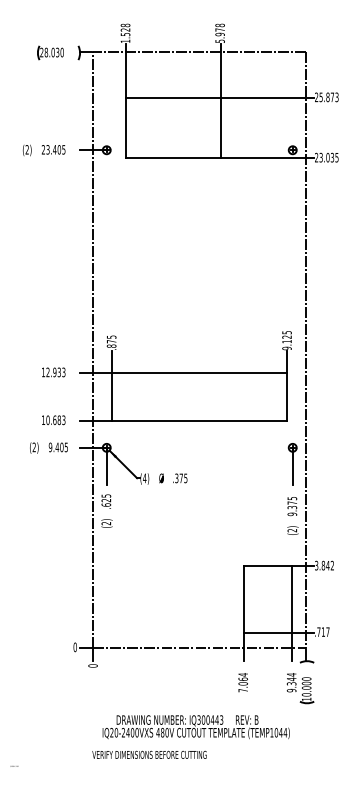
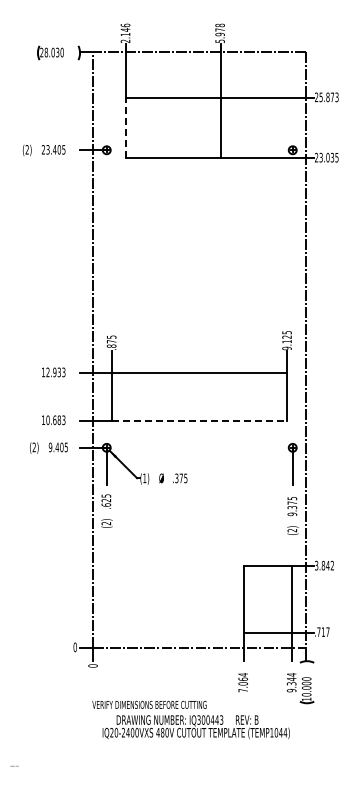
text at (125, 32): 1.528 -> 2.146
line at (125, 127): solid -> dashed
line at (199, 420): solid -> dashed
text at (144, 478): (4) -> (1)
text at (149, 754) position: (149, 754) -> (149, 704)
